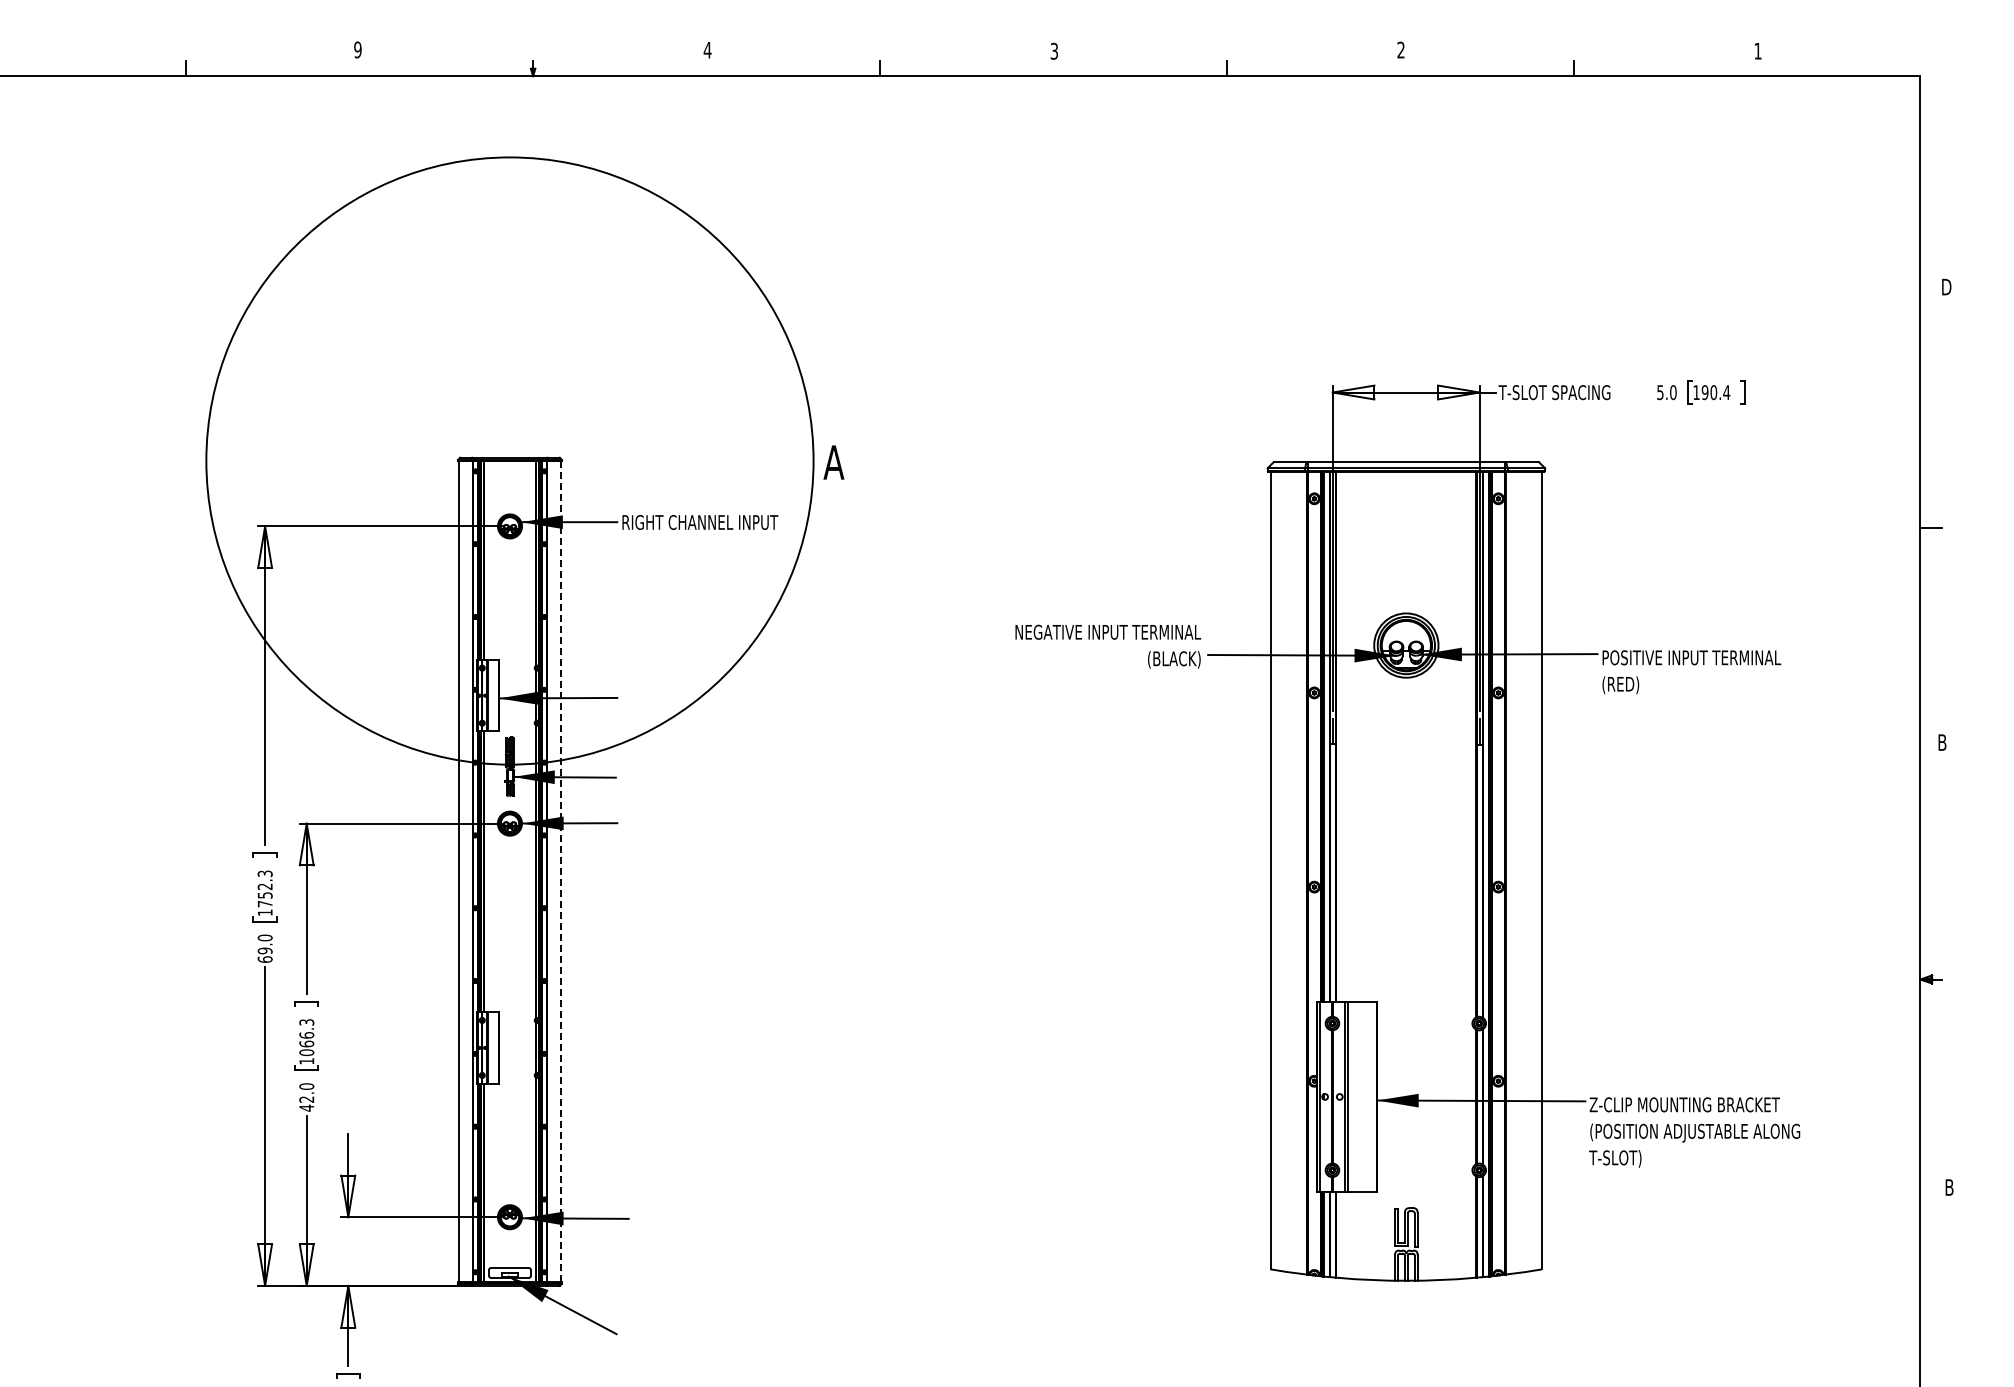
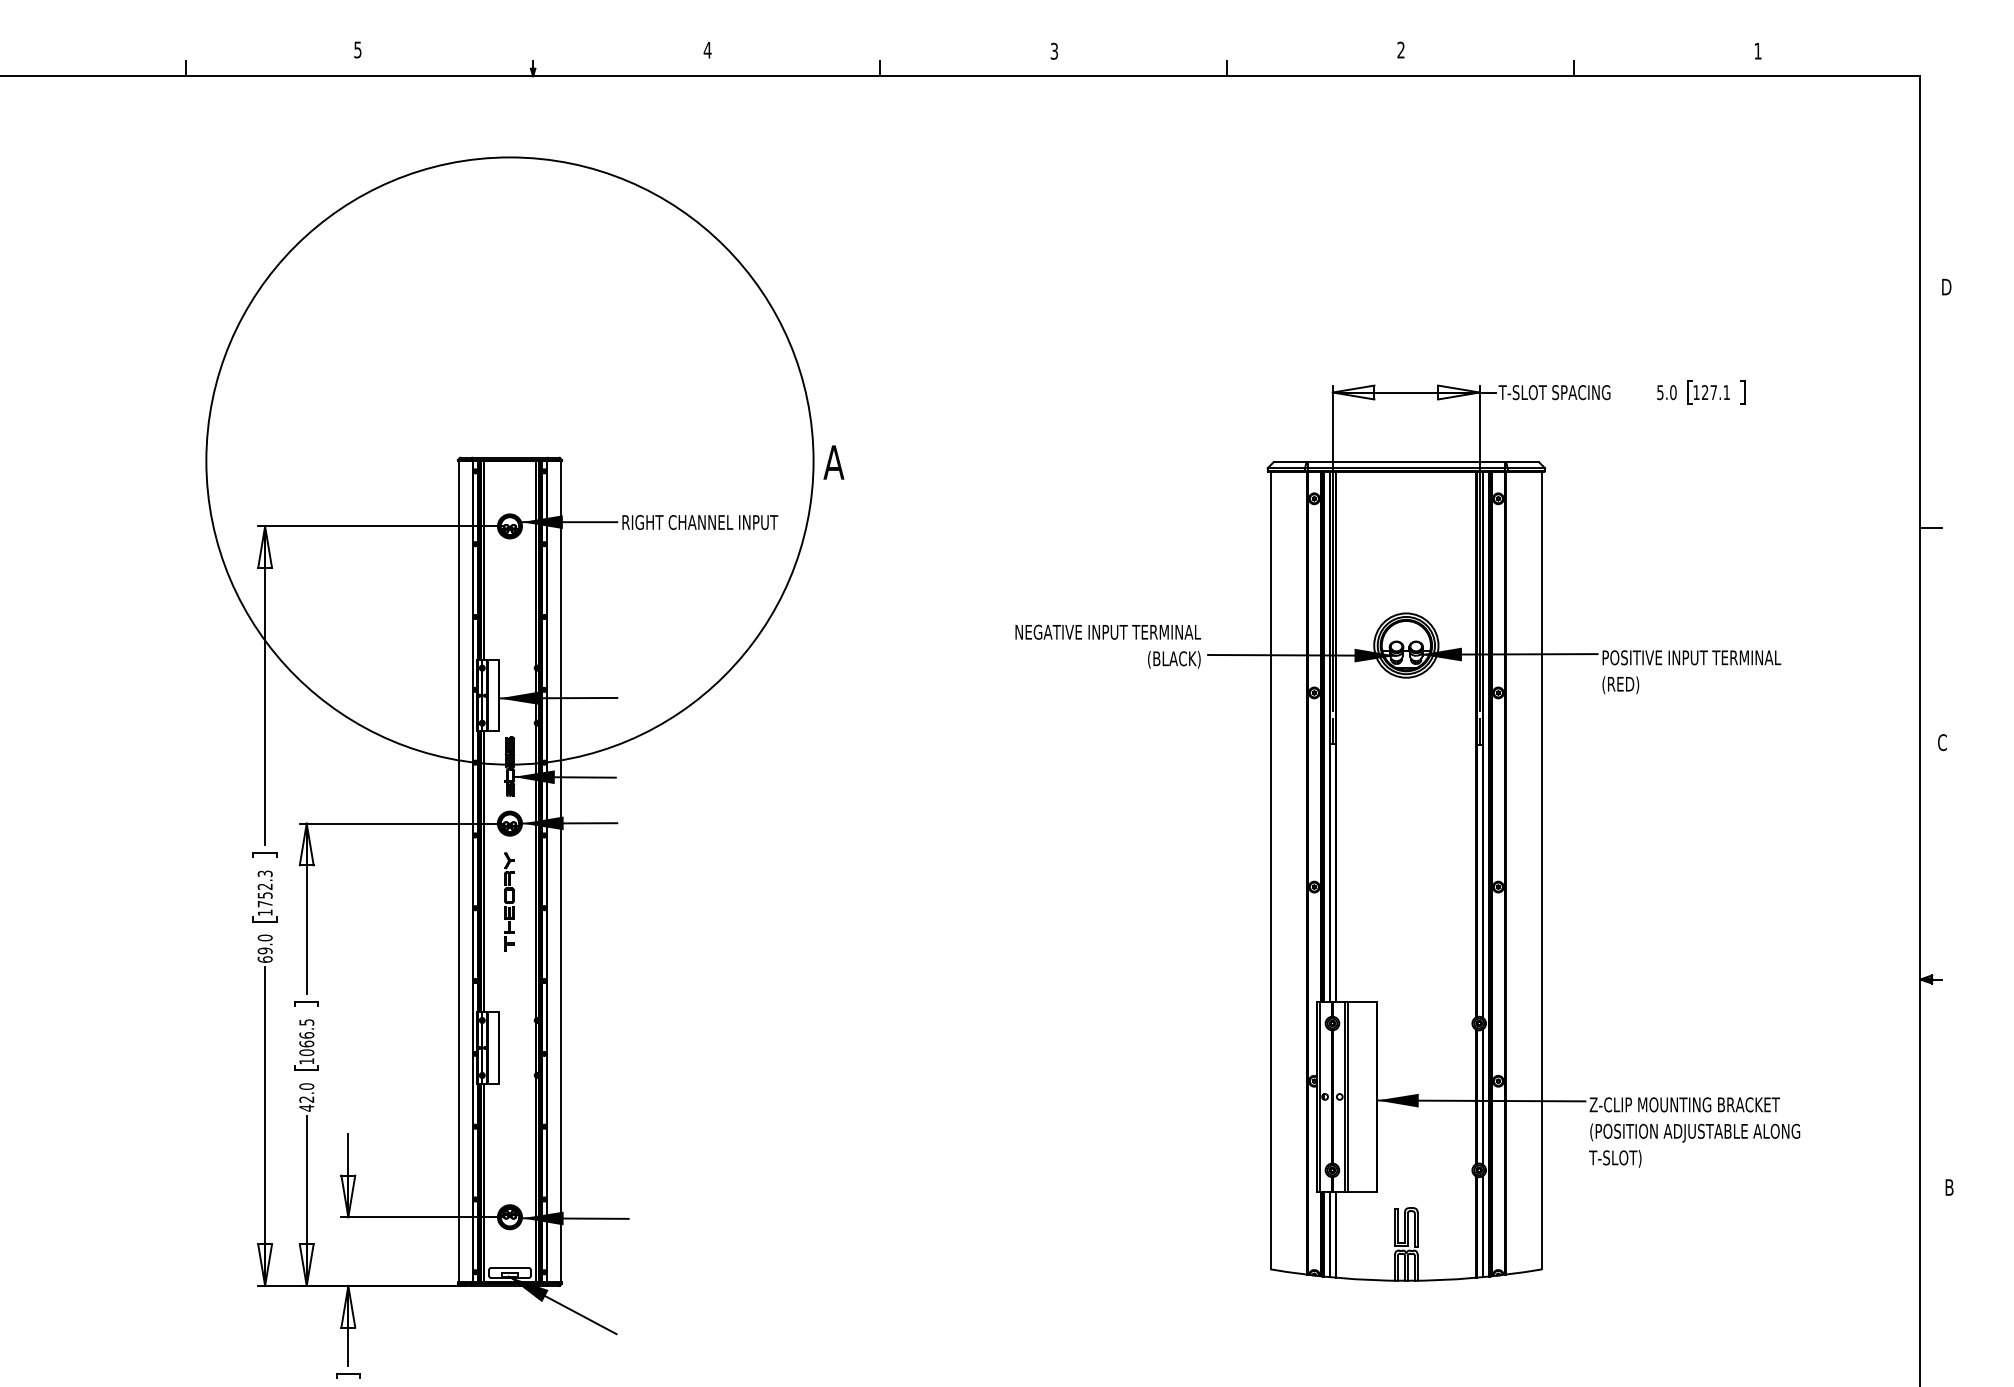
text at (357, 49): 9 -> 5
text at (1715, 392): 190.4 -> 127.1
text at (1942, 742): B -> C
line at (560, 871): dashed -> solid
part at (509, 901): none -> present
text at (306, 1022): 1066.3 -> 1066.5
